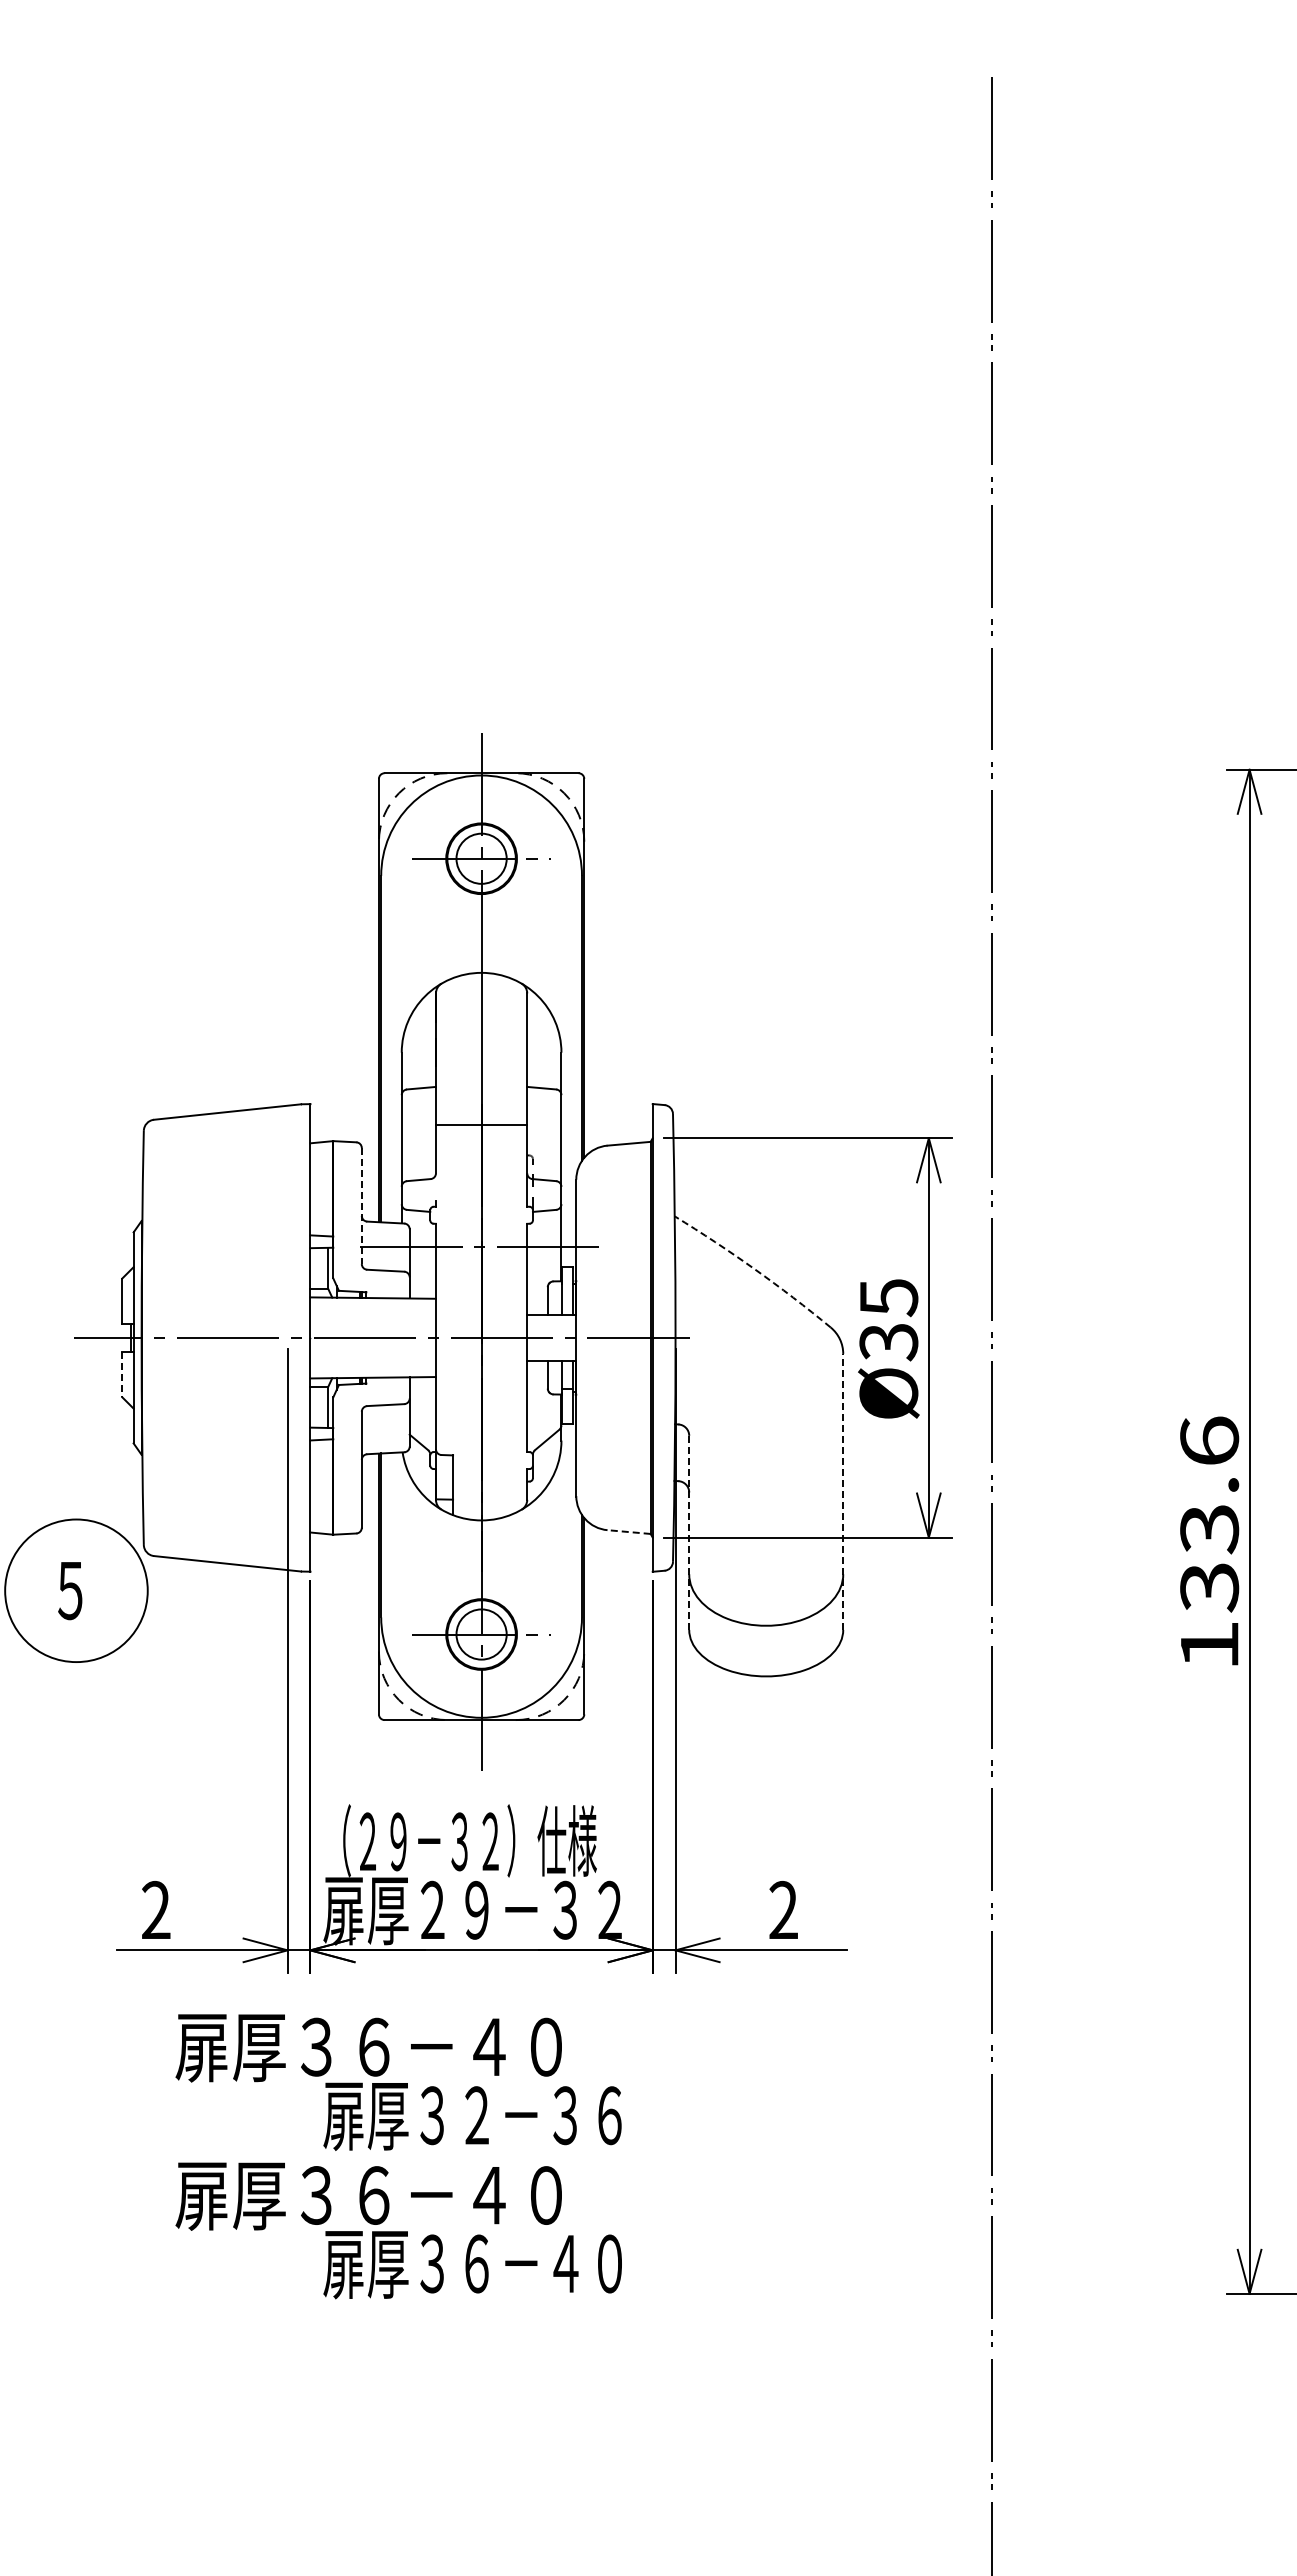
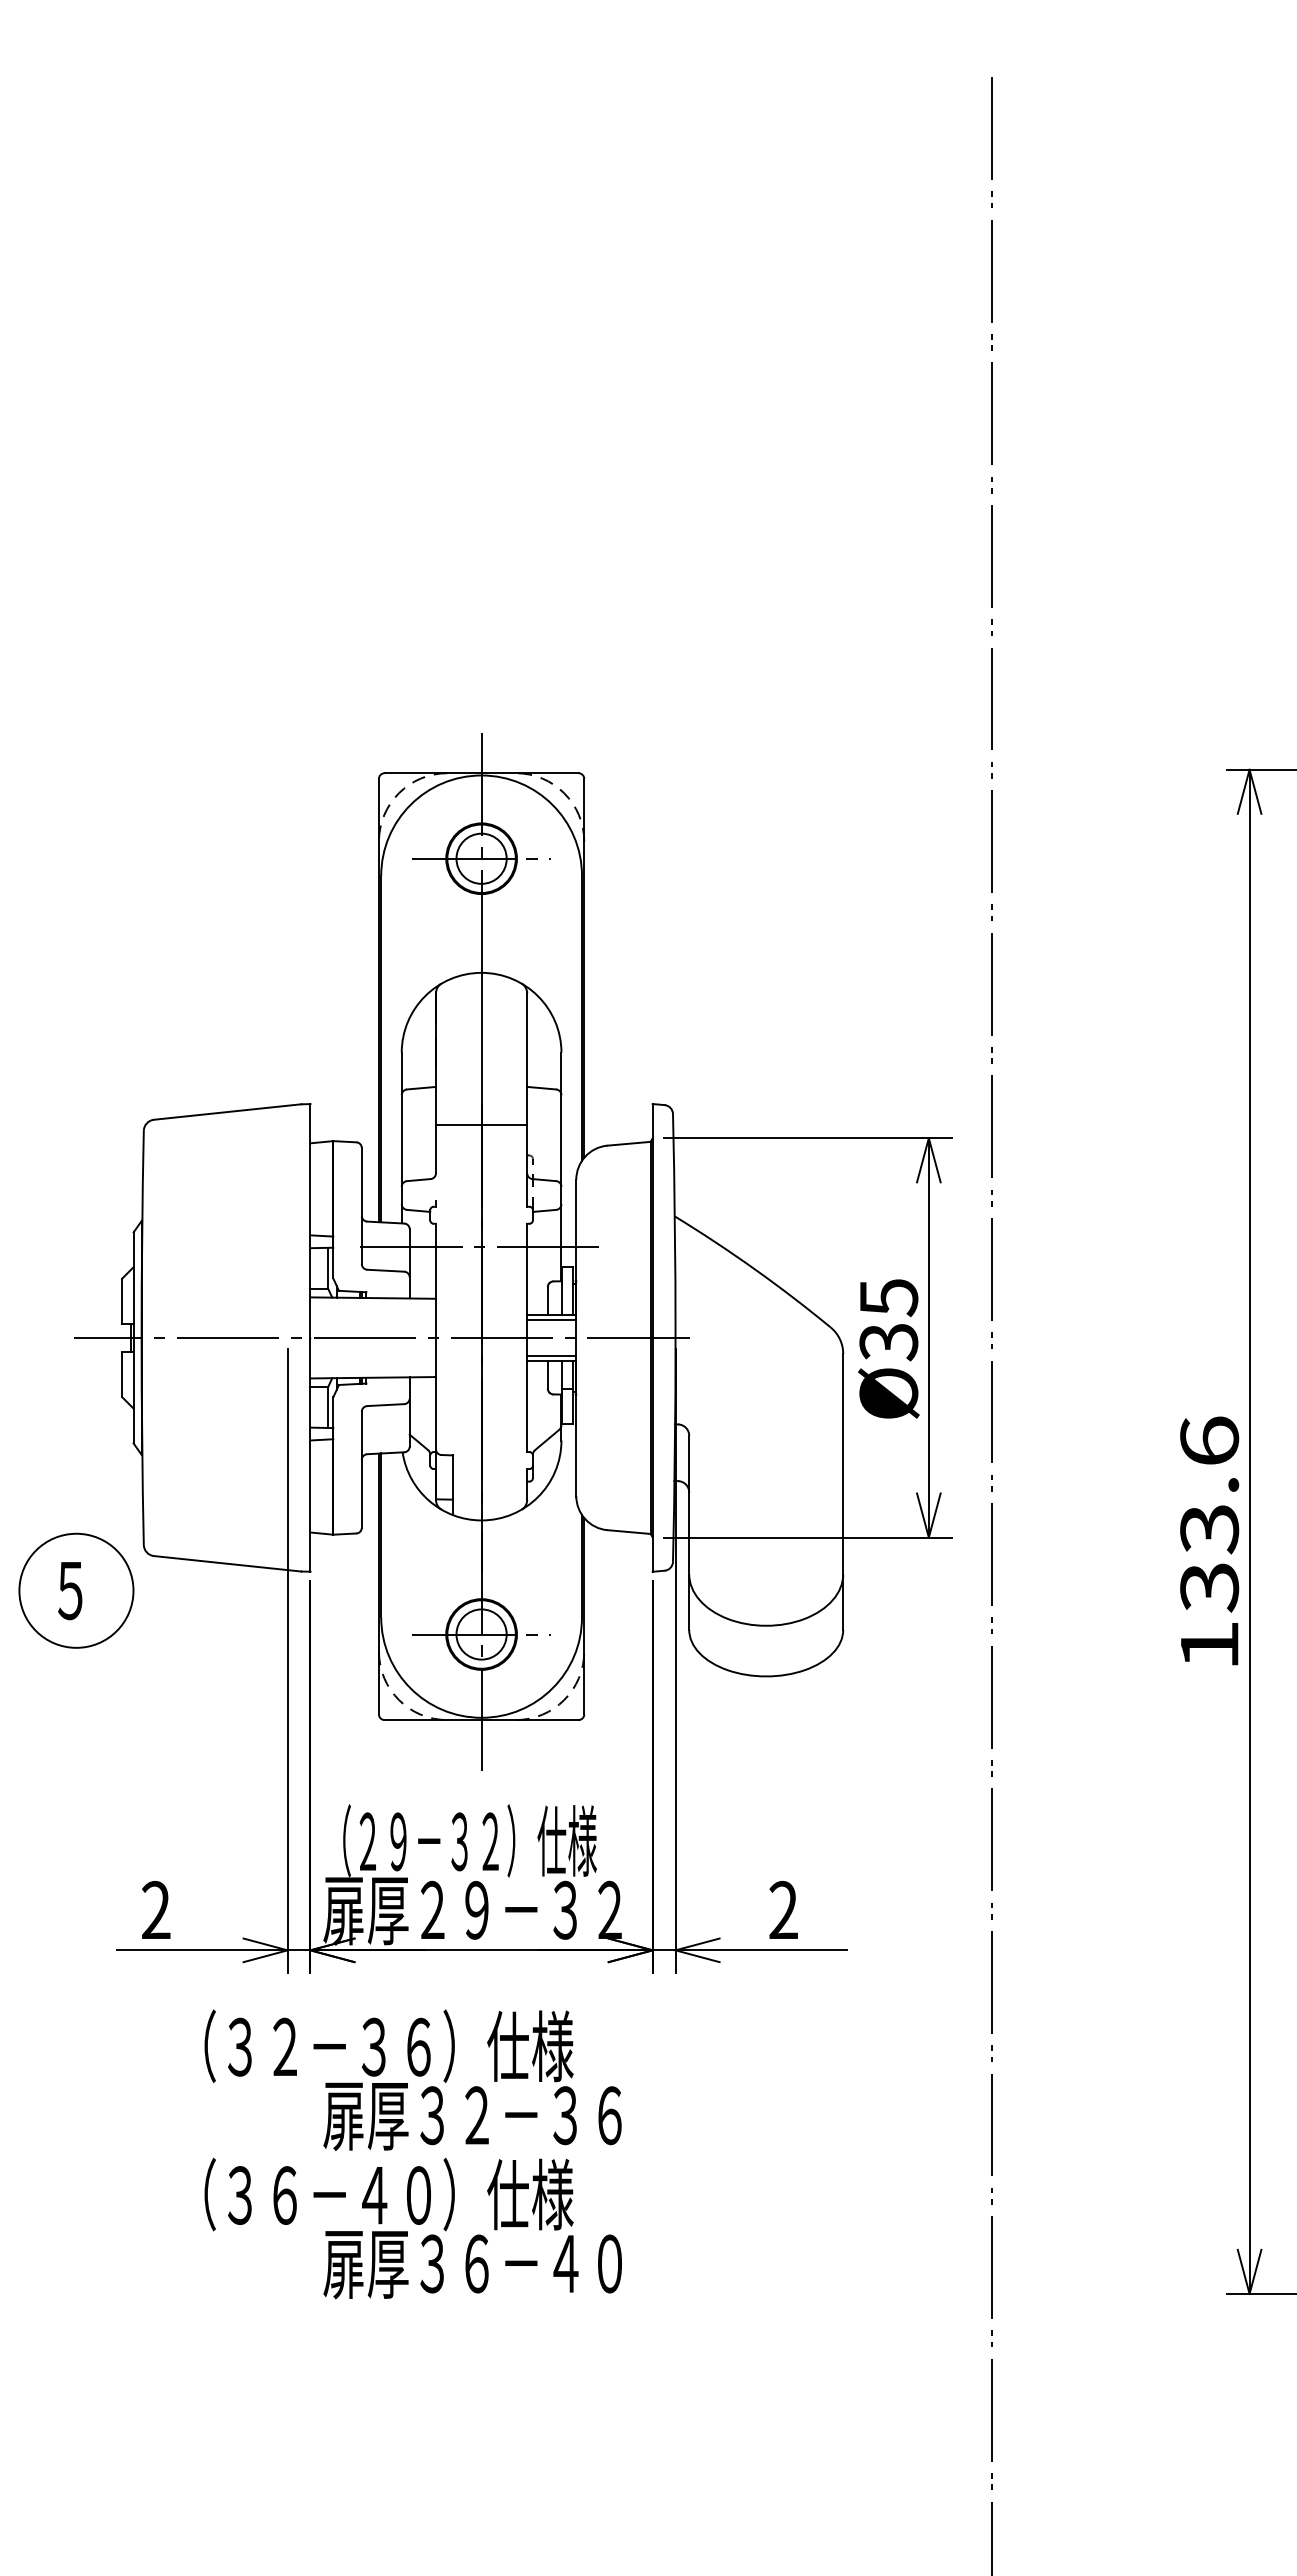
line at (361, 1206): dashed -> solid
arc at (754, 1269): dashed -> solid
line at (551, 1319): none -> present
line at (551, 1356): none -> present
line at (122, 1374): dashed -> solid
line at (843, 1491): dashed -> solid
line at (629, 1532): dashed -> solid
line at (689, 1532): dashed -> solid
circle at (76, 1590) diameter: 143 px -> 114 px
text at (374, 2045): 扉厚３６－４０ -> （３２－３６）仕様
text at (374, 2194): 扉厚３６－４０ -> （３６－４０）仕様
